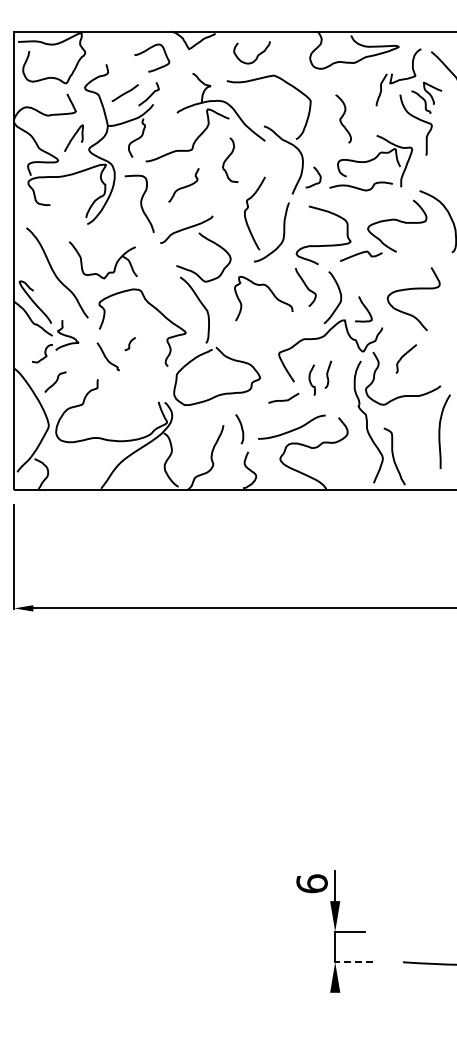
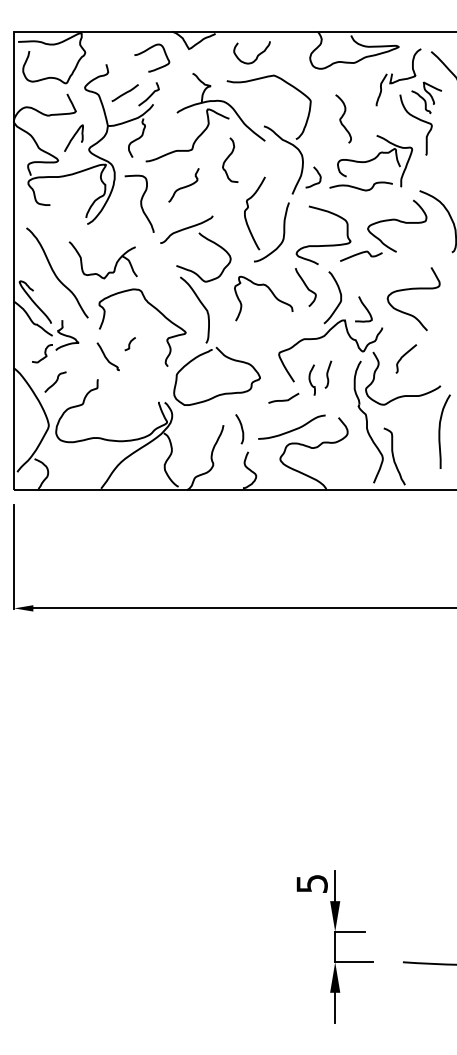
text at (311, 883): 6 -> 5
line at (353, 962): dashed -> solid
line at (335, 1007): none -> present
